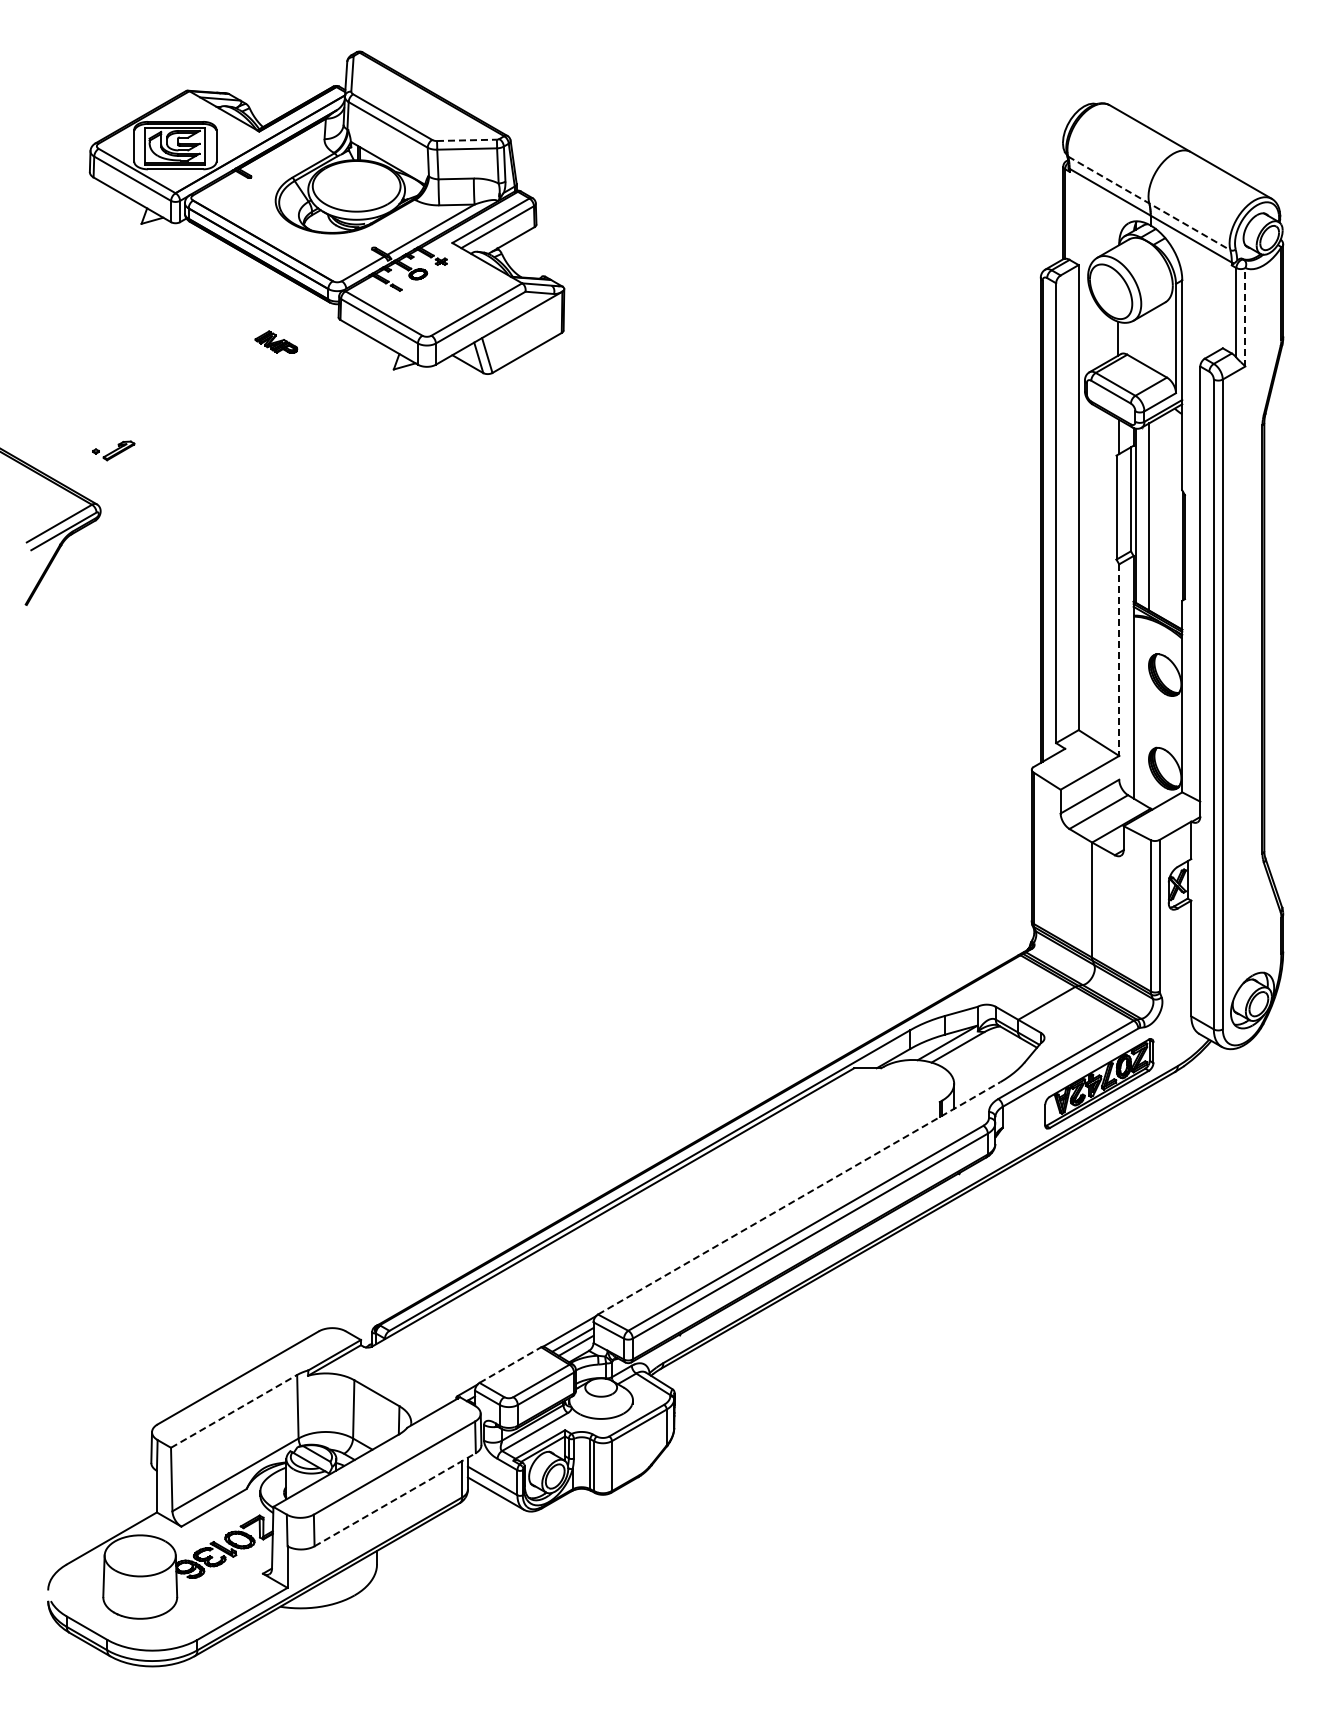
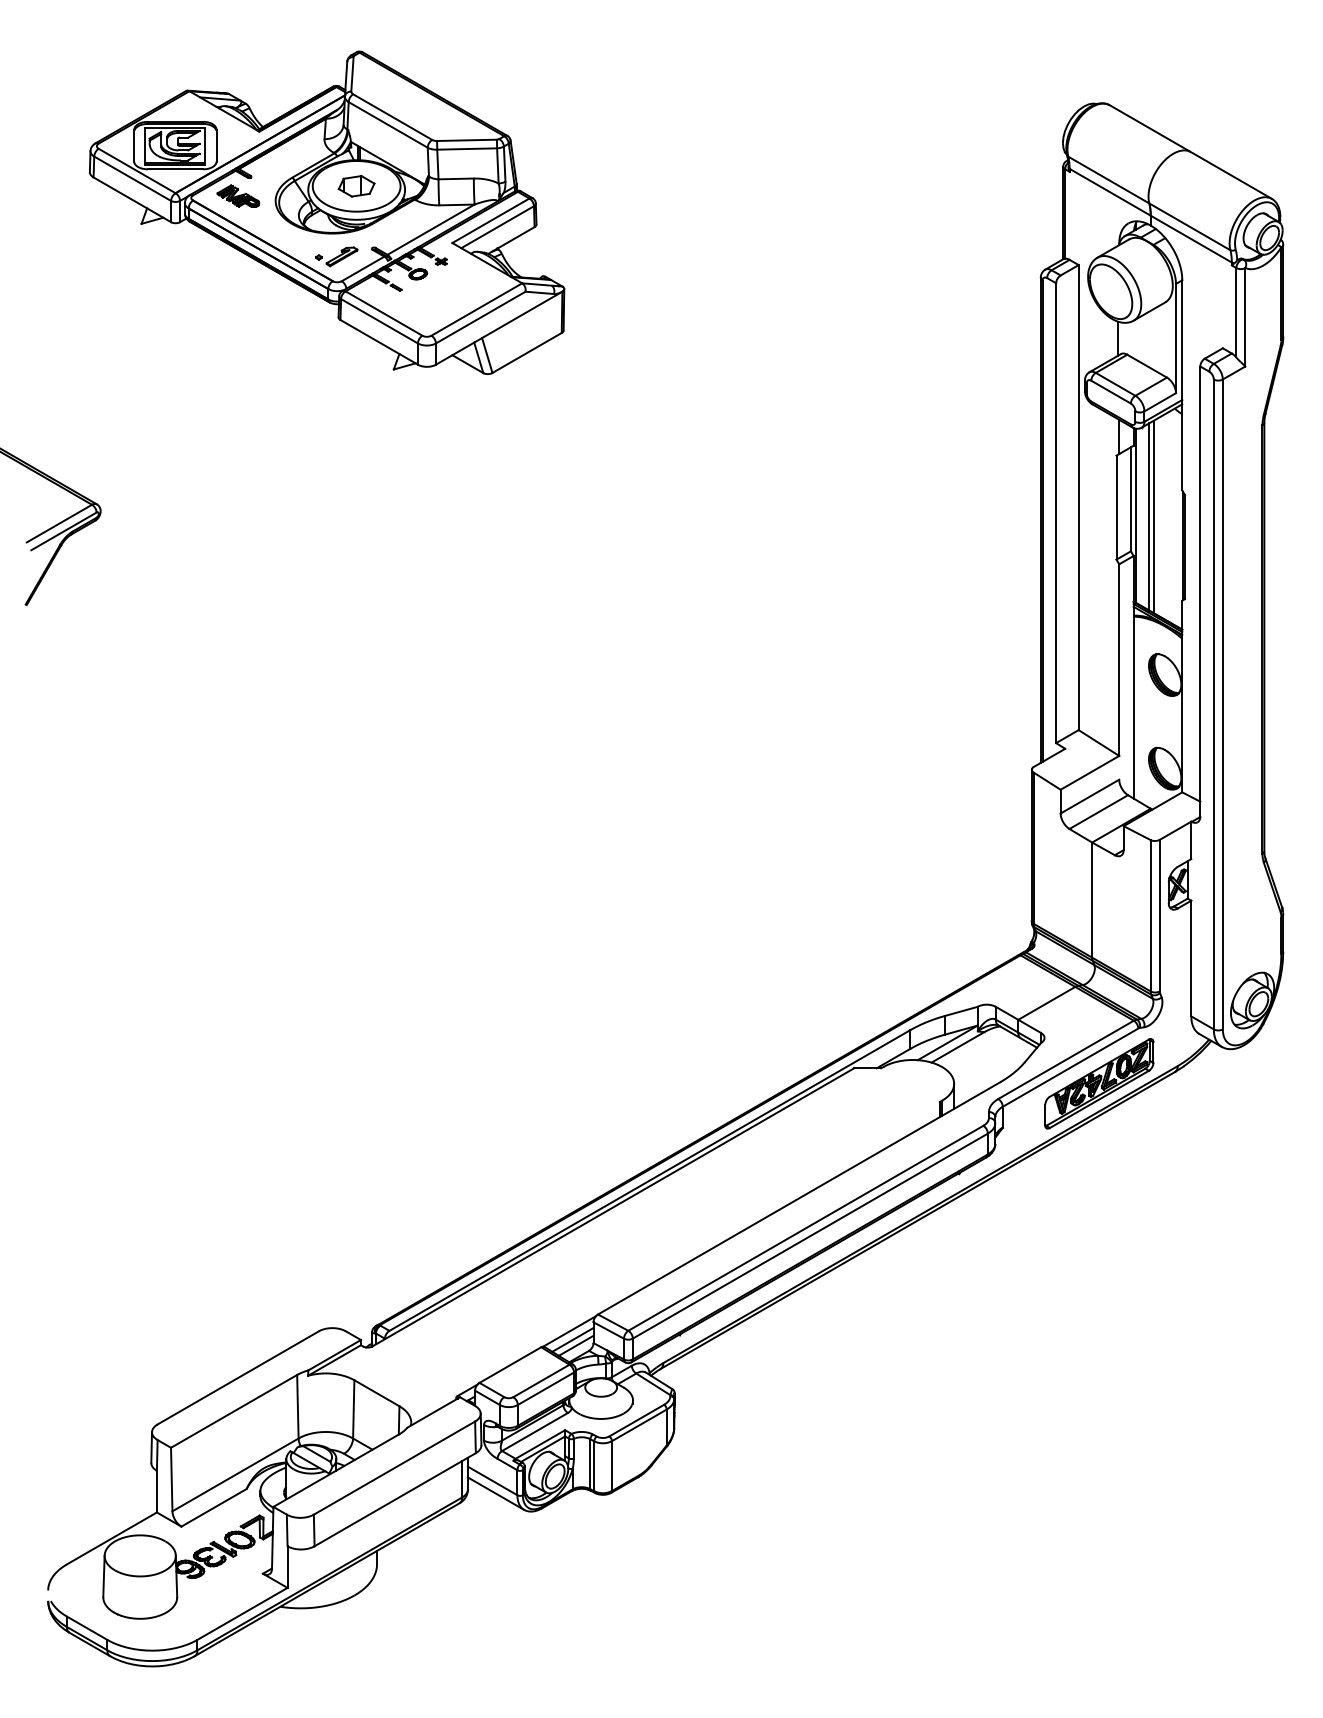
line at (466, 140): dashed -> solid
part at (356, 186): none -> present
line at (1149, 203): dashed -> solid
line at (1245, 316): dashed -> solid
part at (276, 341) position: (276, 341) -> (238, 195)
part at (113, 450) position: (113, 450) -> (336, 256)
line at (1153, 516): none -> present
line at (1119, 660): dashed -> solid
line at (799, 1198): dashed -> solid
line at (510, 1365): dashed -> solid
line at (234, 1411): dashed -> solid
line at (395, 1499): dashed -> solid
